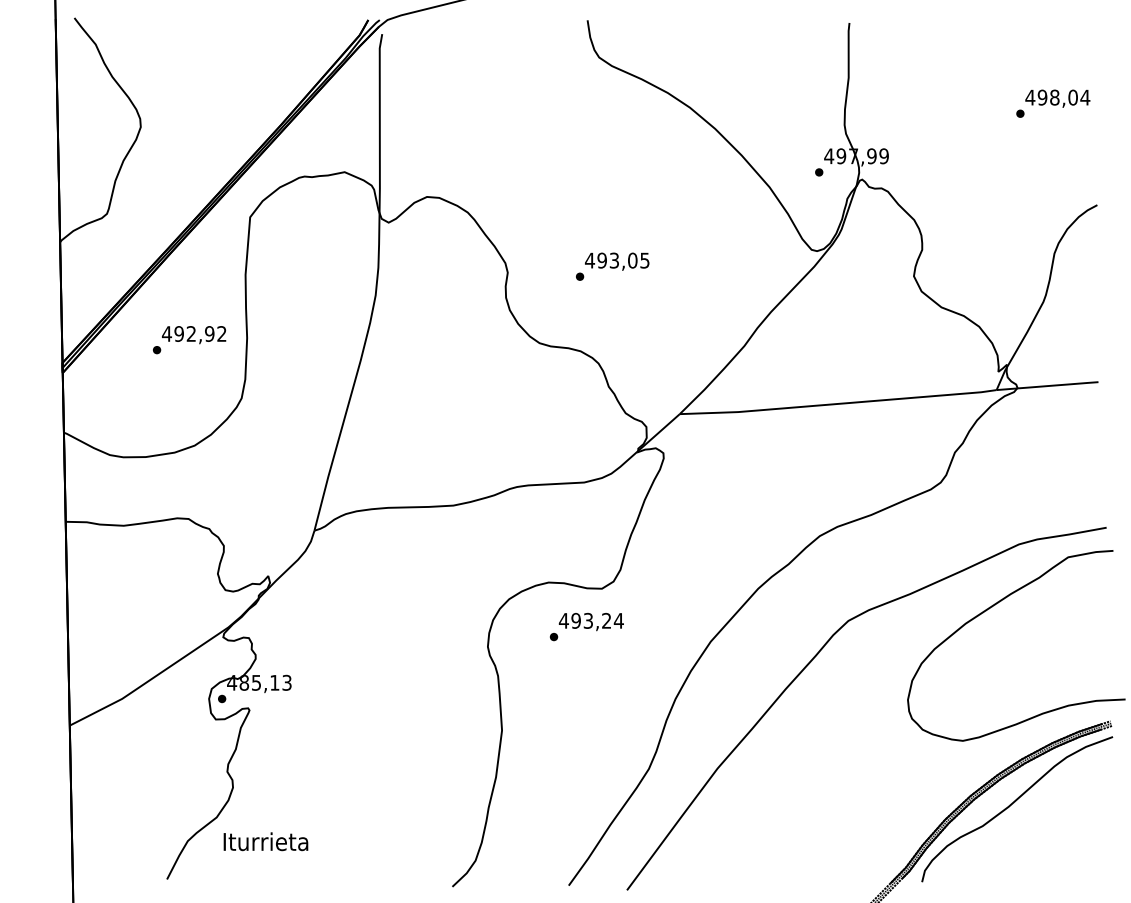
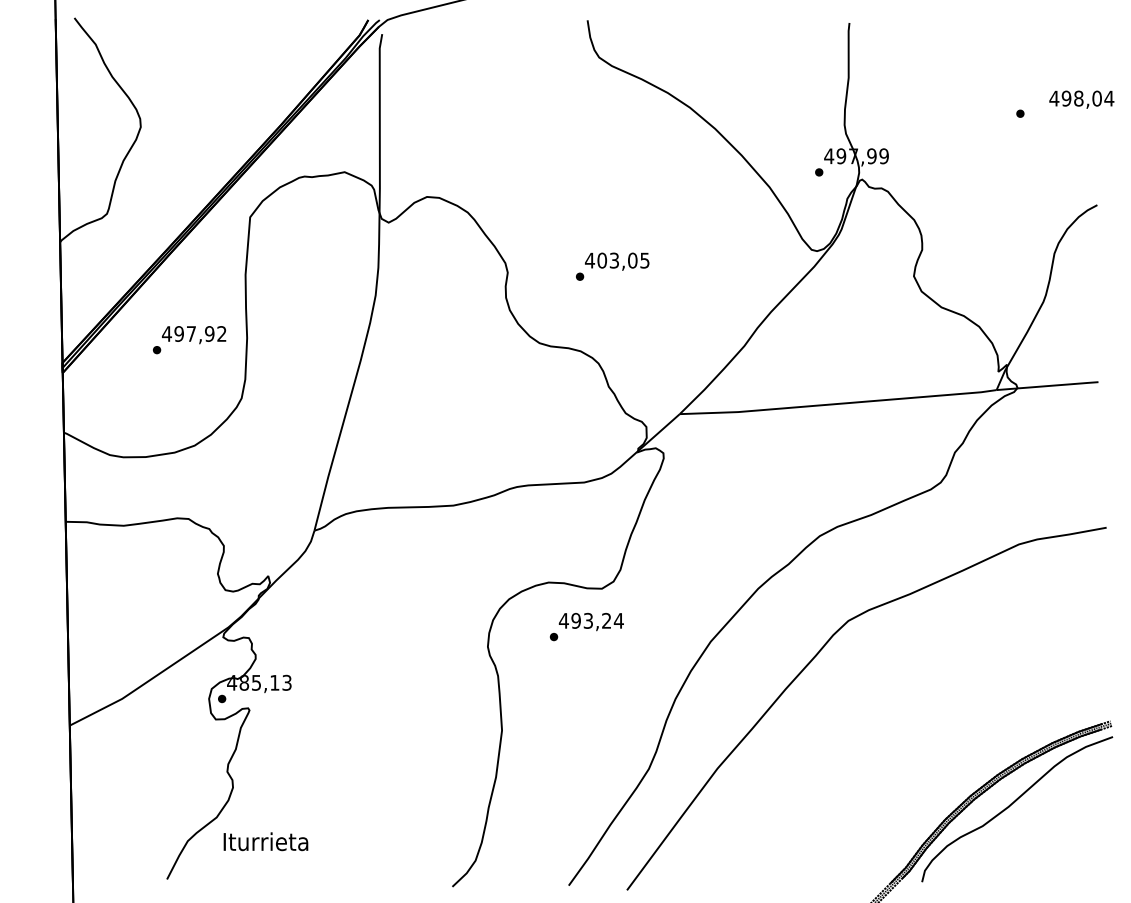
text at (1057, 98) position: (1057, 98) -> (1081, 99)
text at (601, 260): 493,05 -> 403,05
text at (190, 333): 492,92 -> 497,92
part at (992, 607): present -> none
